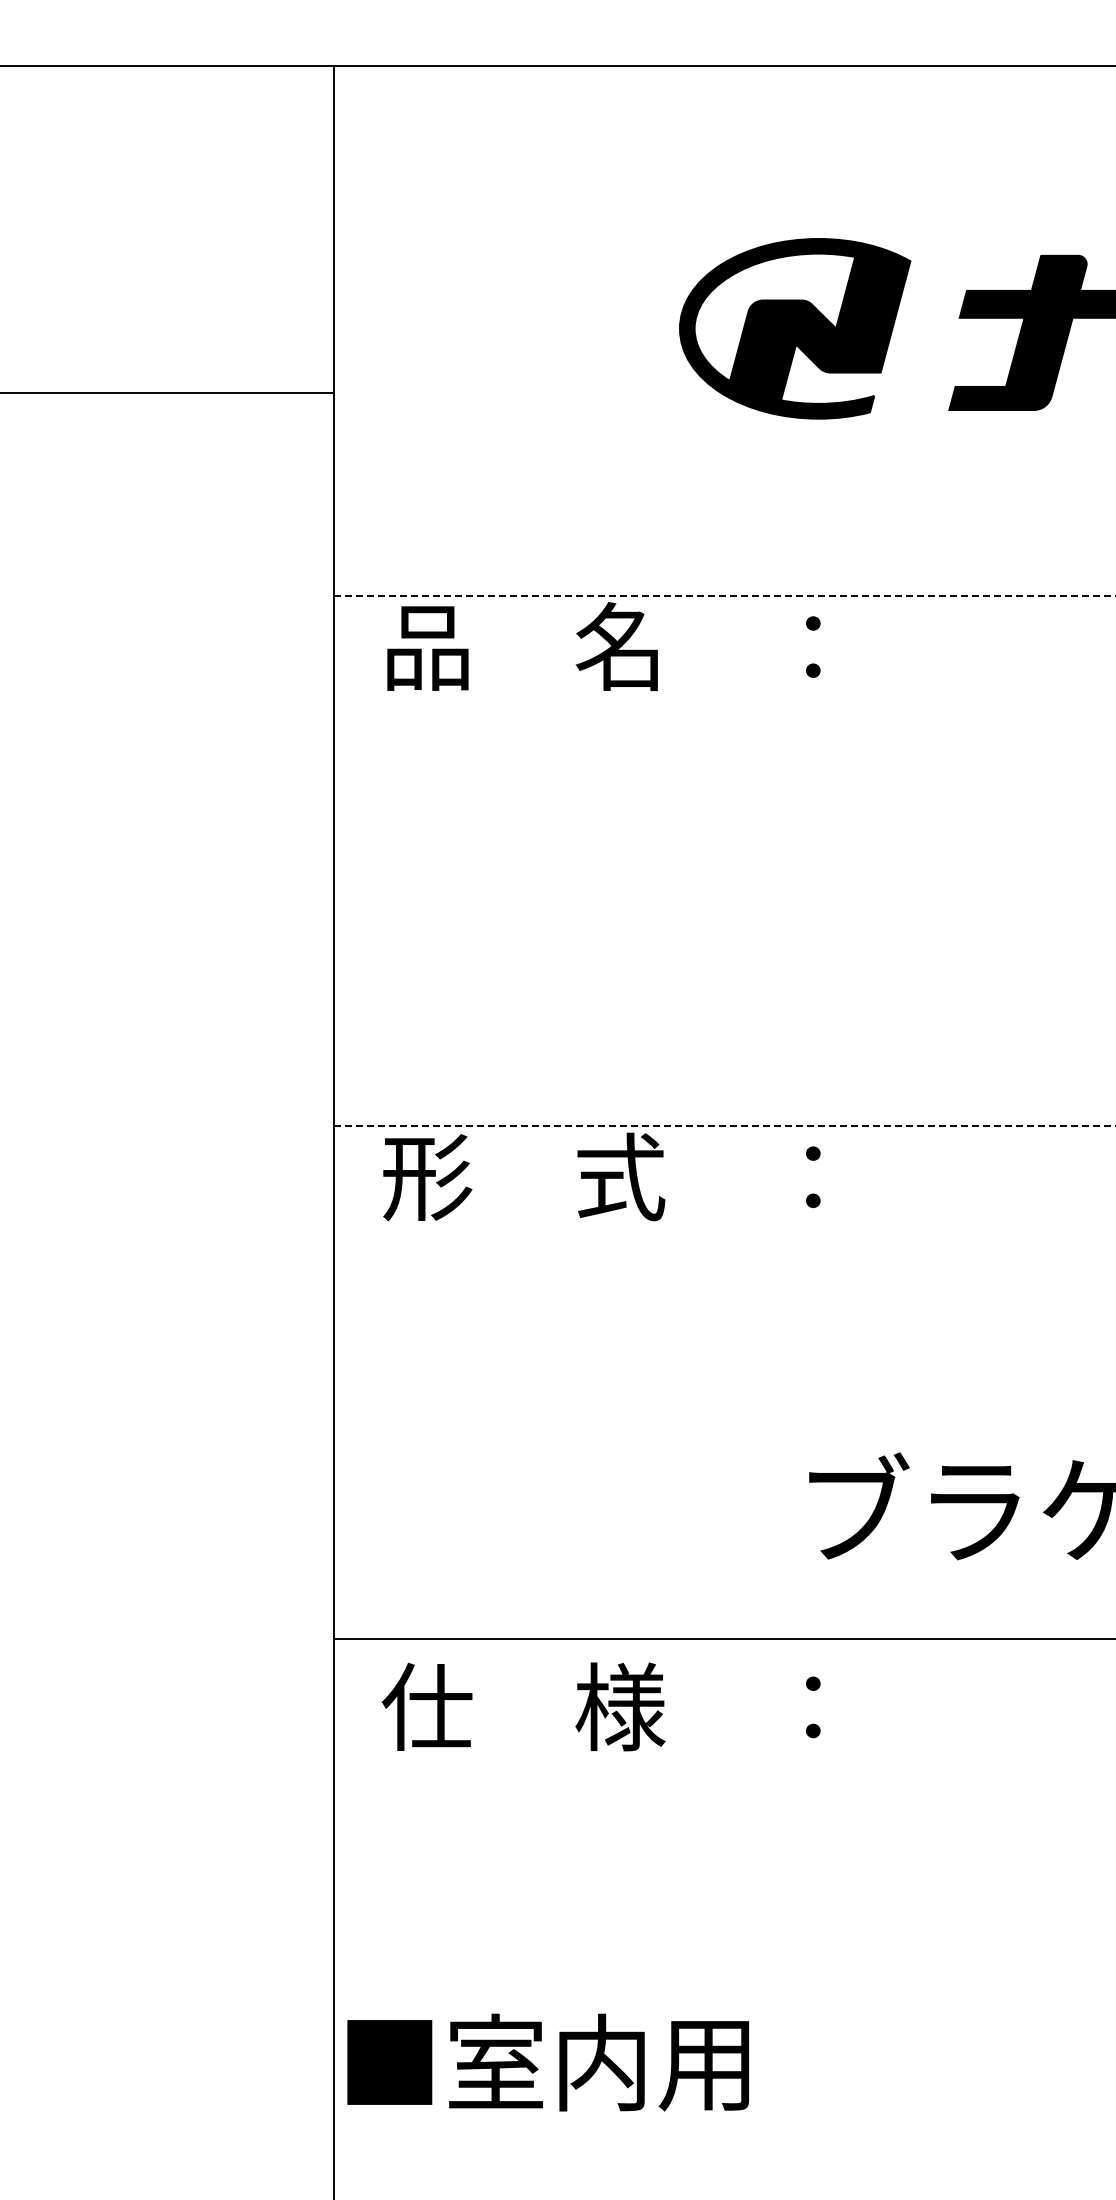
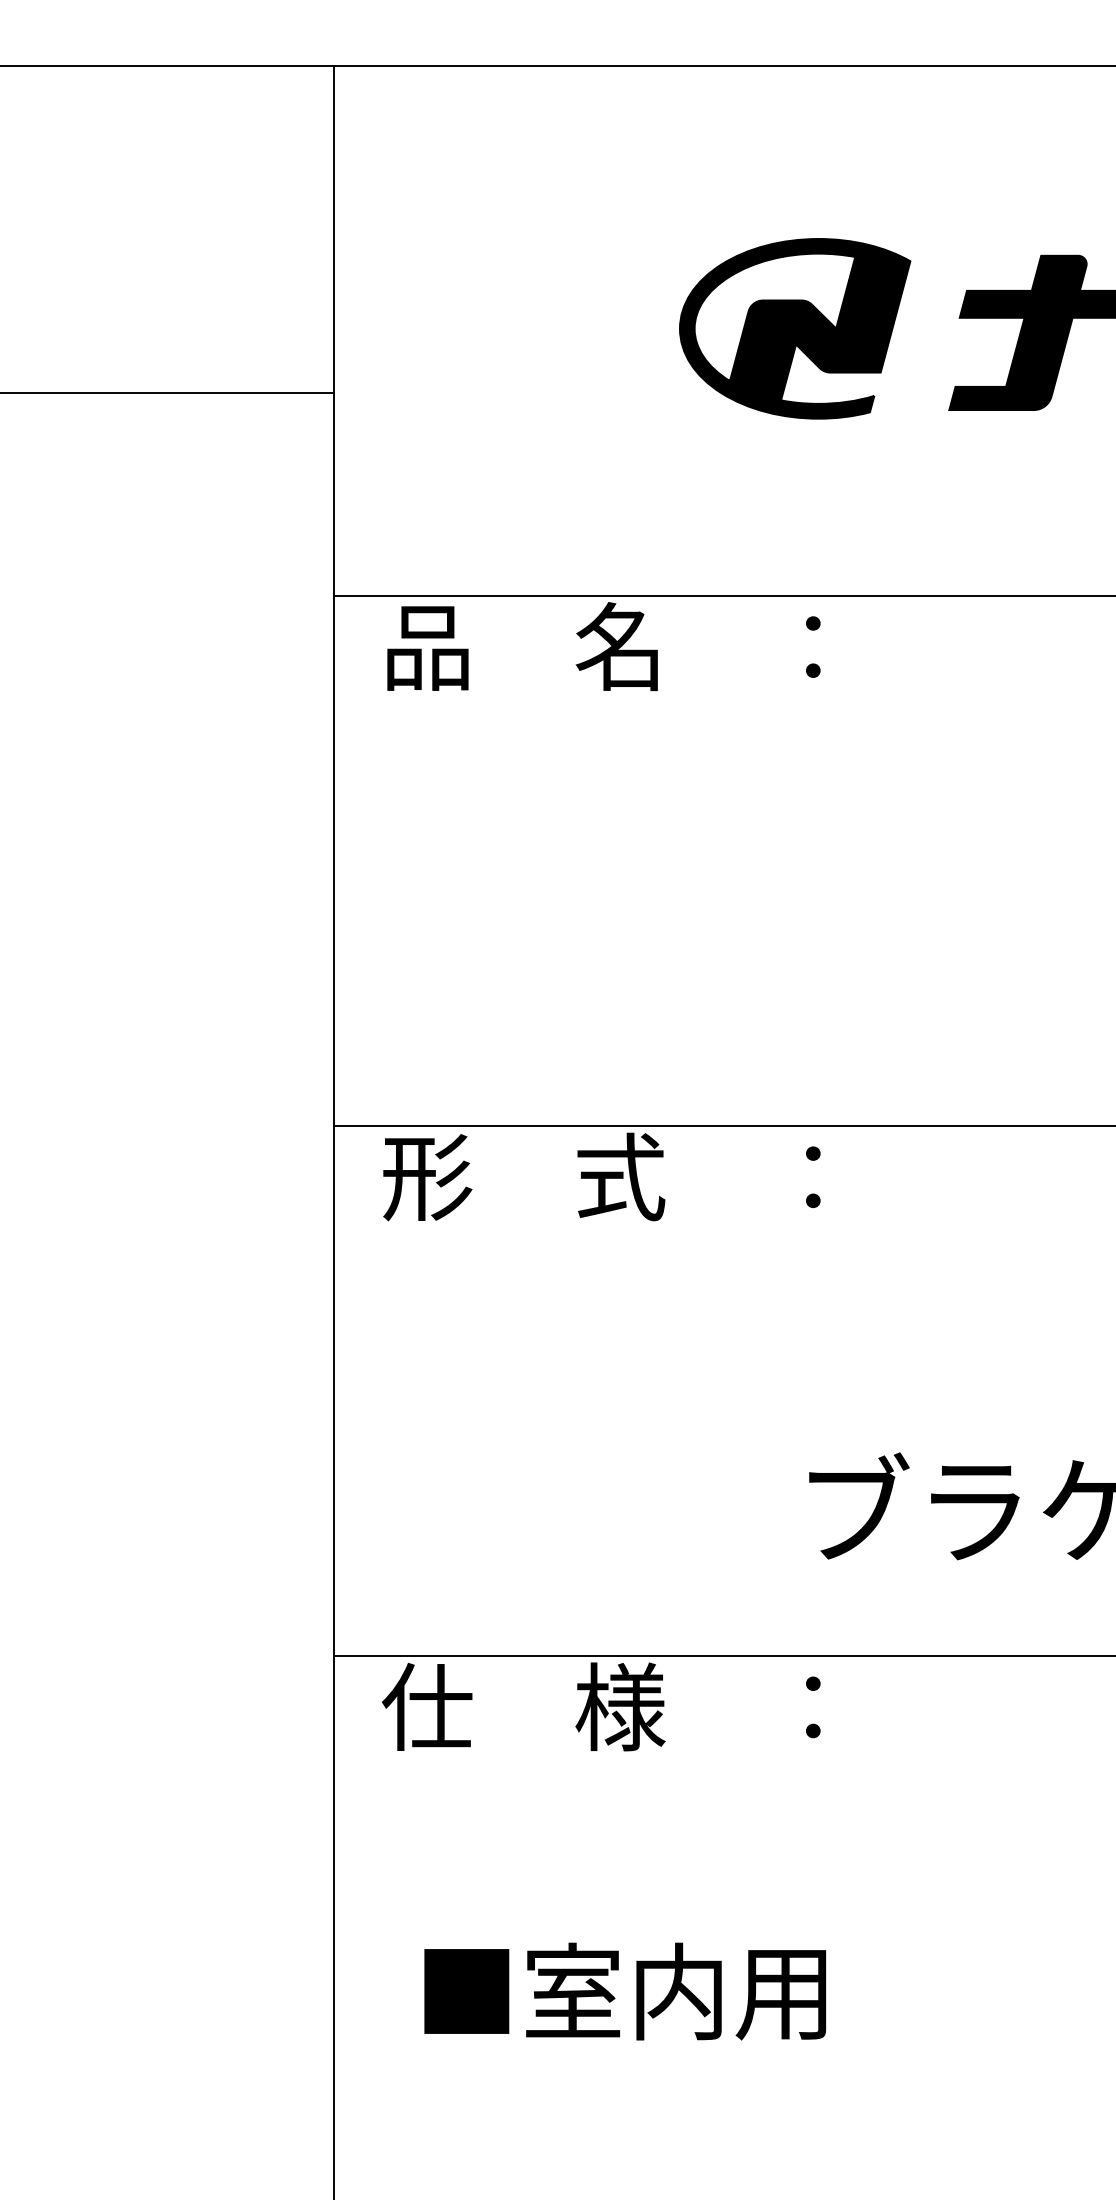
line at (725, 596): dashed -> solid
line at (725, 1126): dashed -> solid
line at (723, 1639) position: (723, 1639) -> (723, 1656)
text at (548, 2062) position: (548, 2062) -> (625, 1991)
